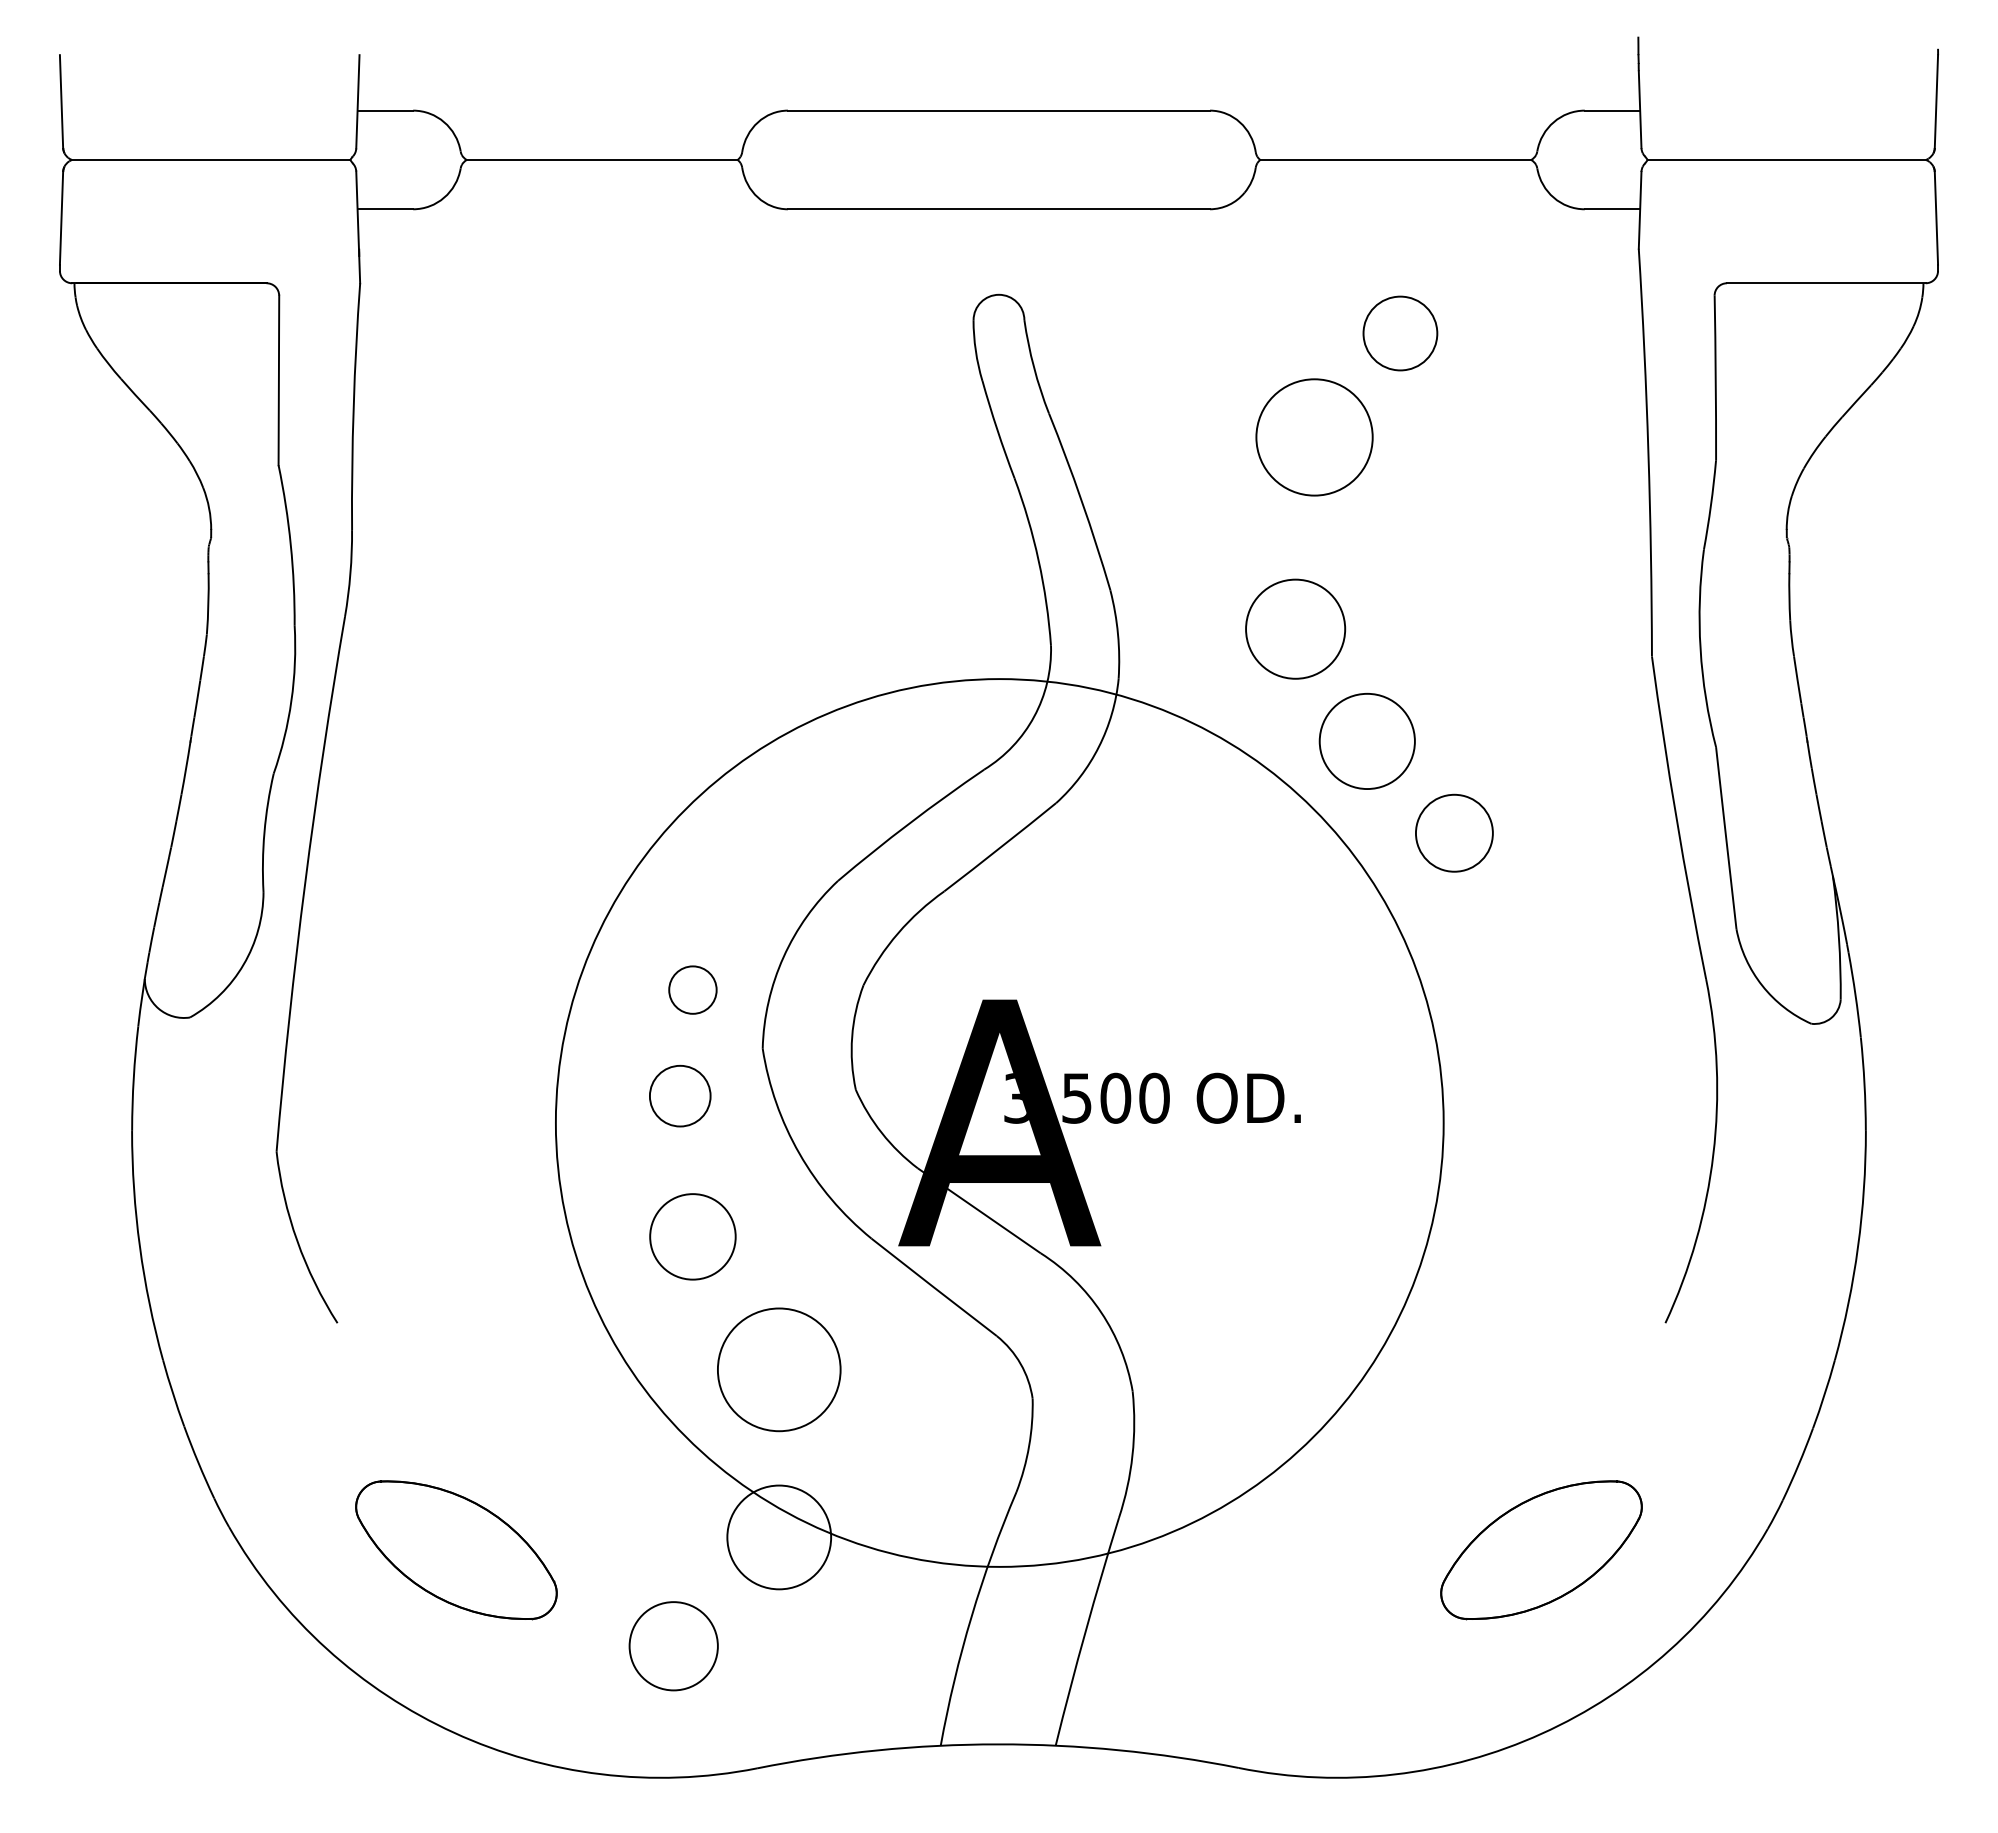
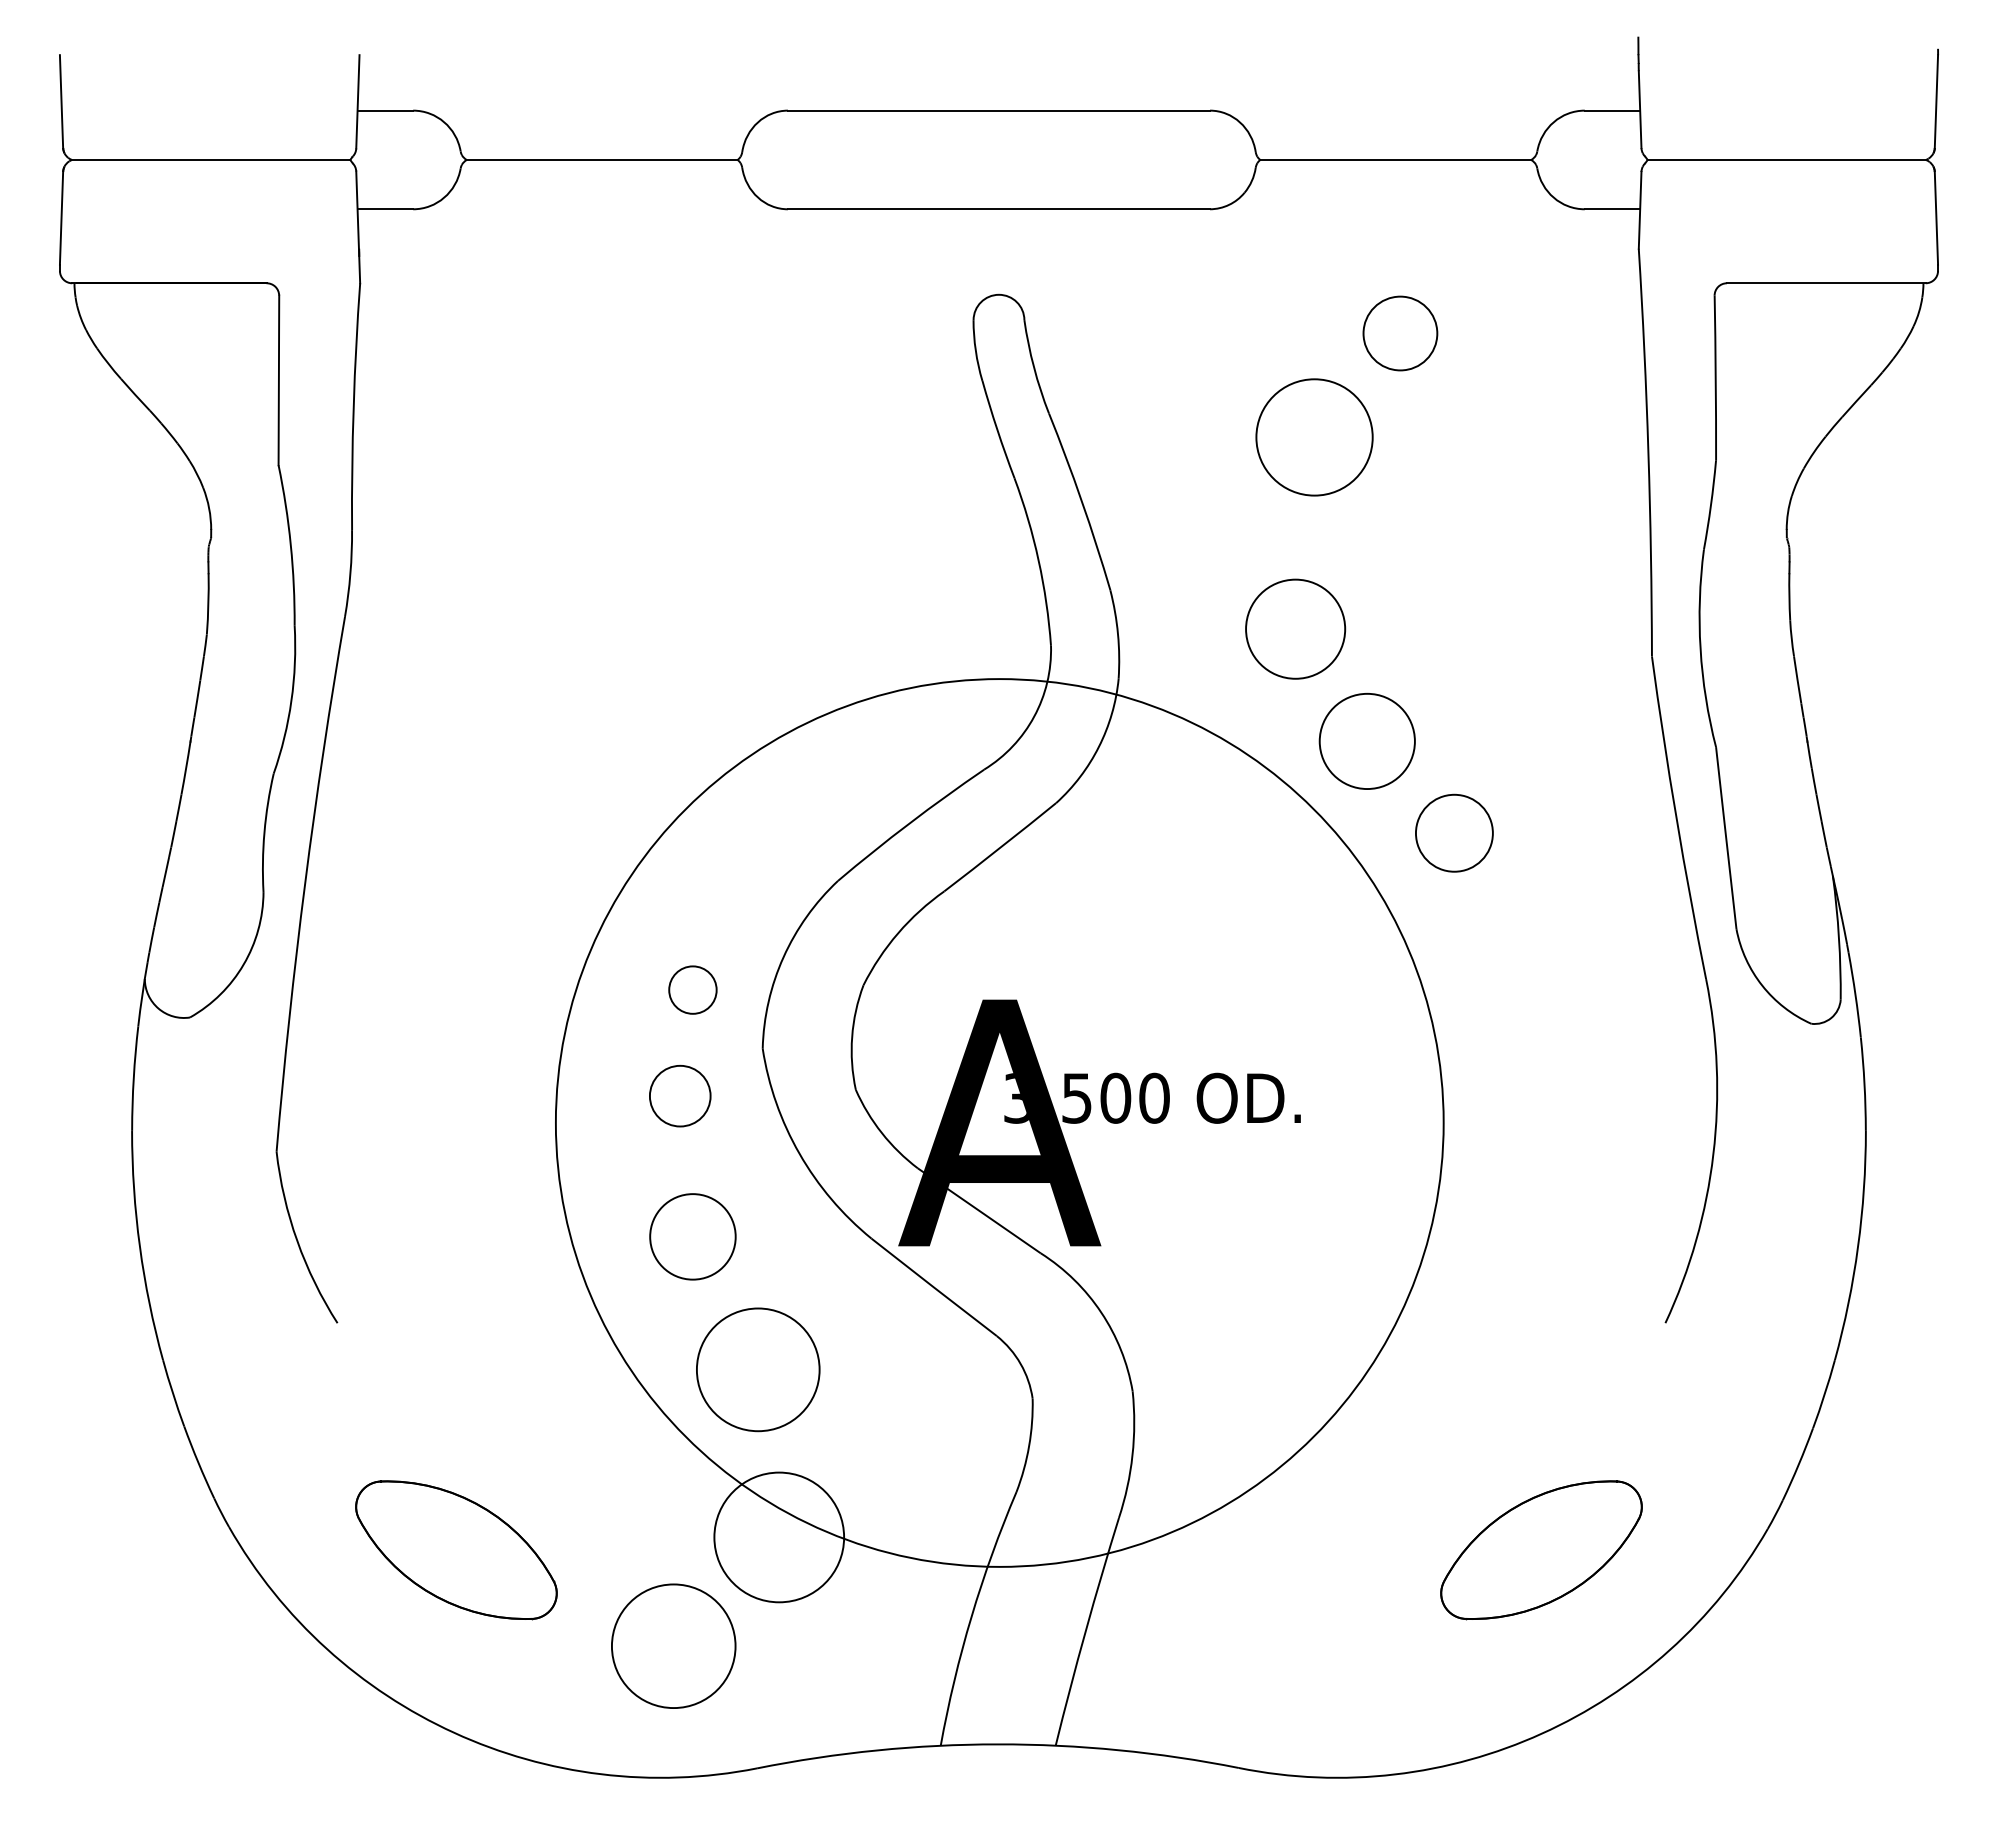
circle at (779, 1369) position: (779, 1369) -> (758, 1369)
circle at (779, 1537) diameter: 104 px -> 130 px
circle at (673, 1646) diameter: 88 px -> 124 px
